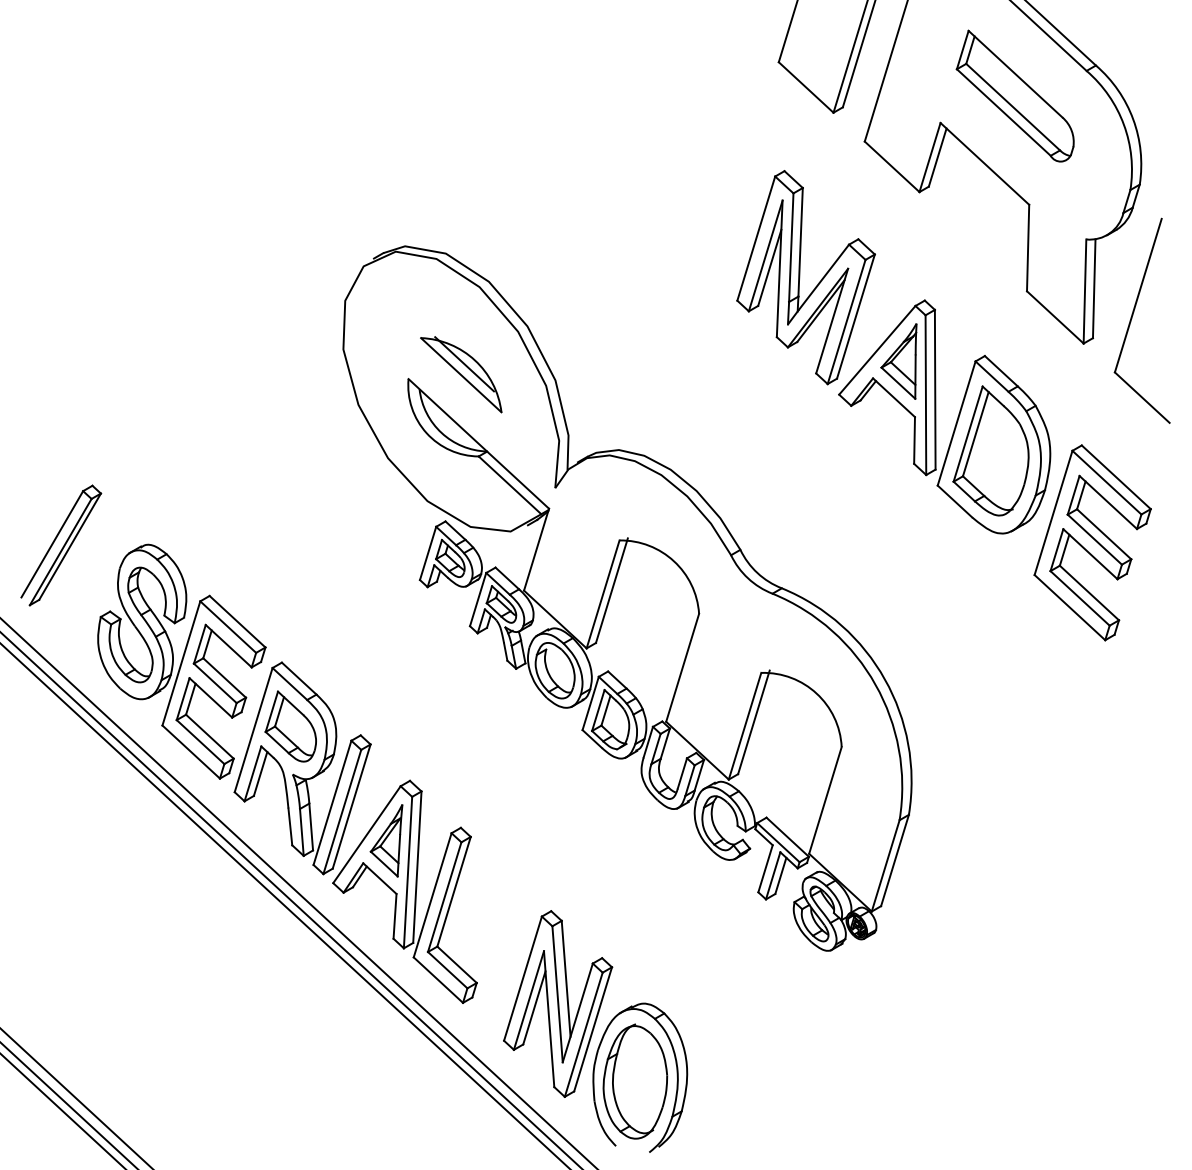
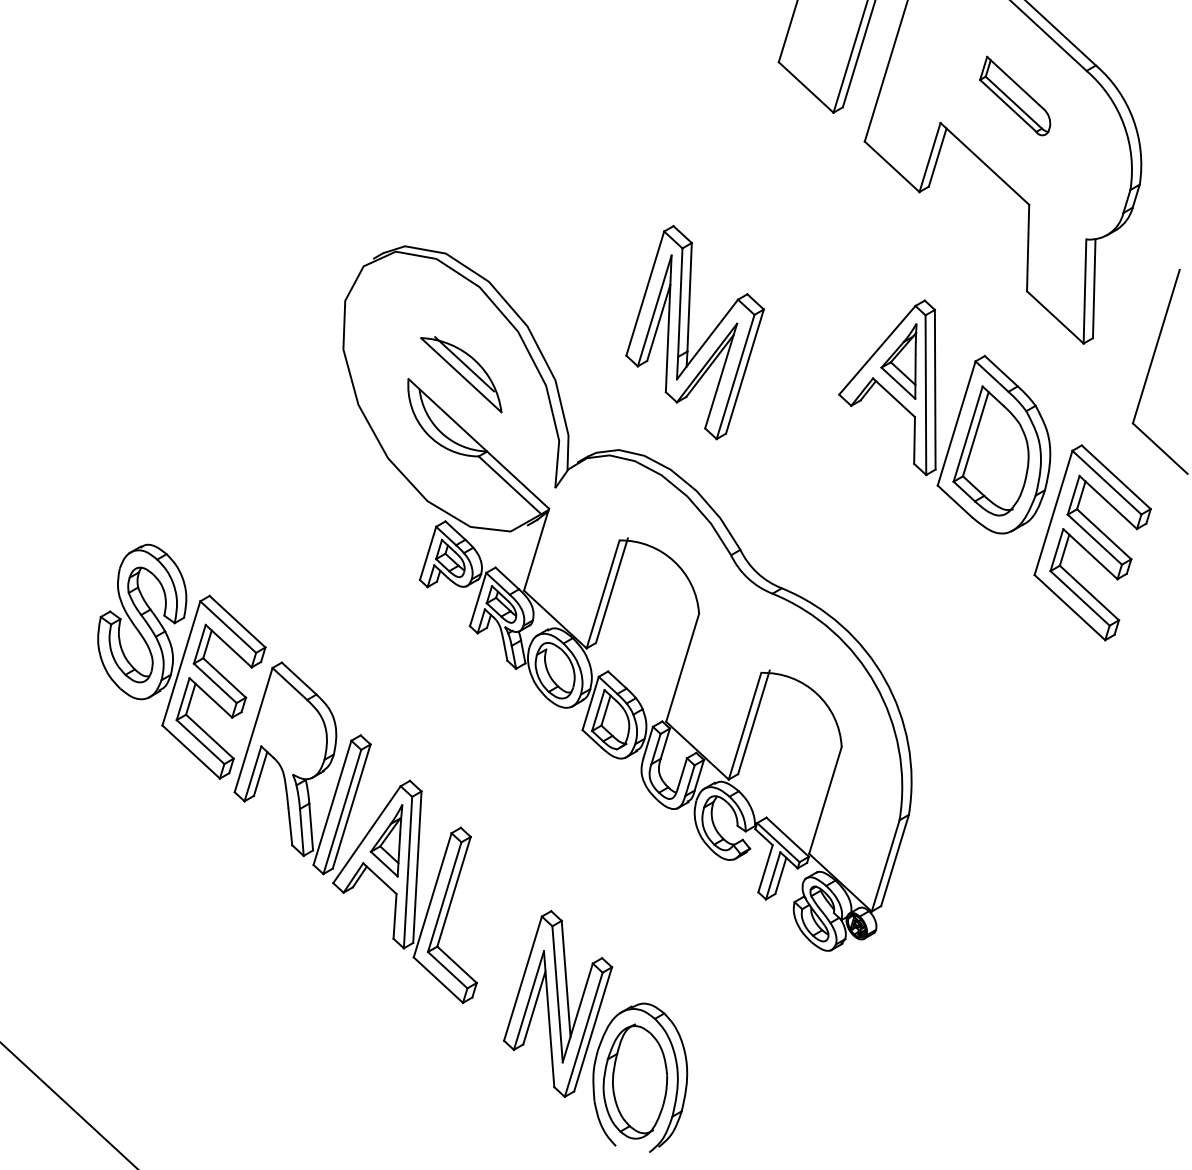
part at (1014, 95) size: 120x134 px -> 73x82 px
part at (805, 277) position: (805, 277) -> (694, 332)
part at (1132, 318) position: (1132, 318) -> (1150, 369)
part at (61, 545): present -> none
part at (290, 726): present -> none
line at (298, 893): present -> none
line at (290, 900): present -> none
line at (284, 905): present -> none
line at (76, 1097): present -> none
line at (62, 1110): present -> none
